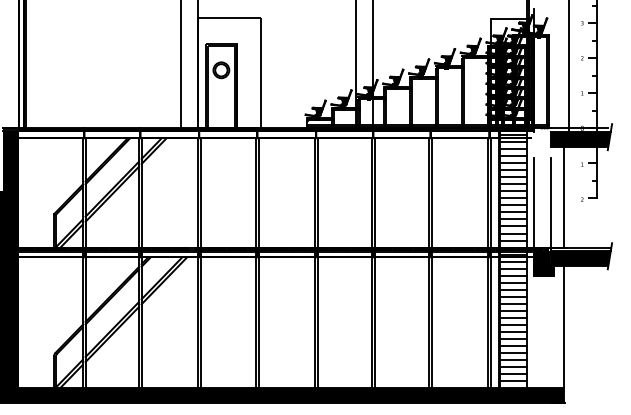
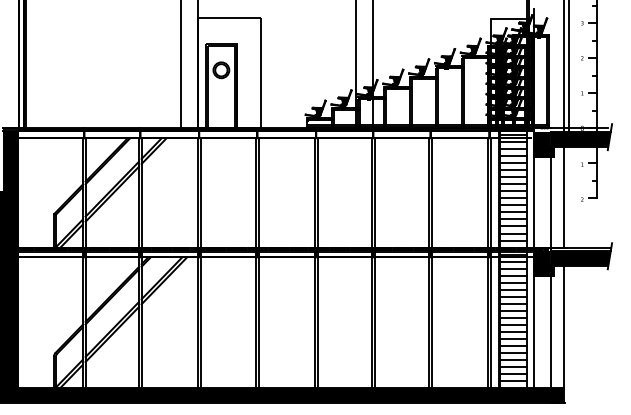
line at (564, 66): none -> present
fill at (543, 144): none -> present
line at (534, 332): none -> present
line at (550, 332): none -> present
